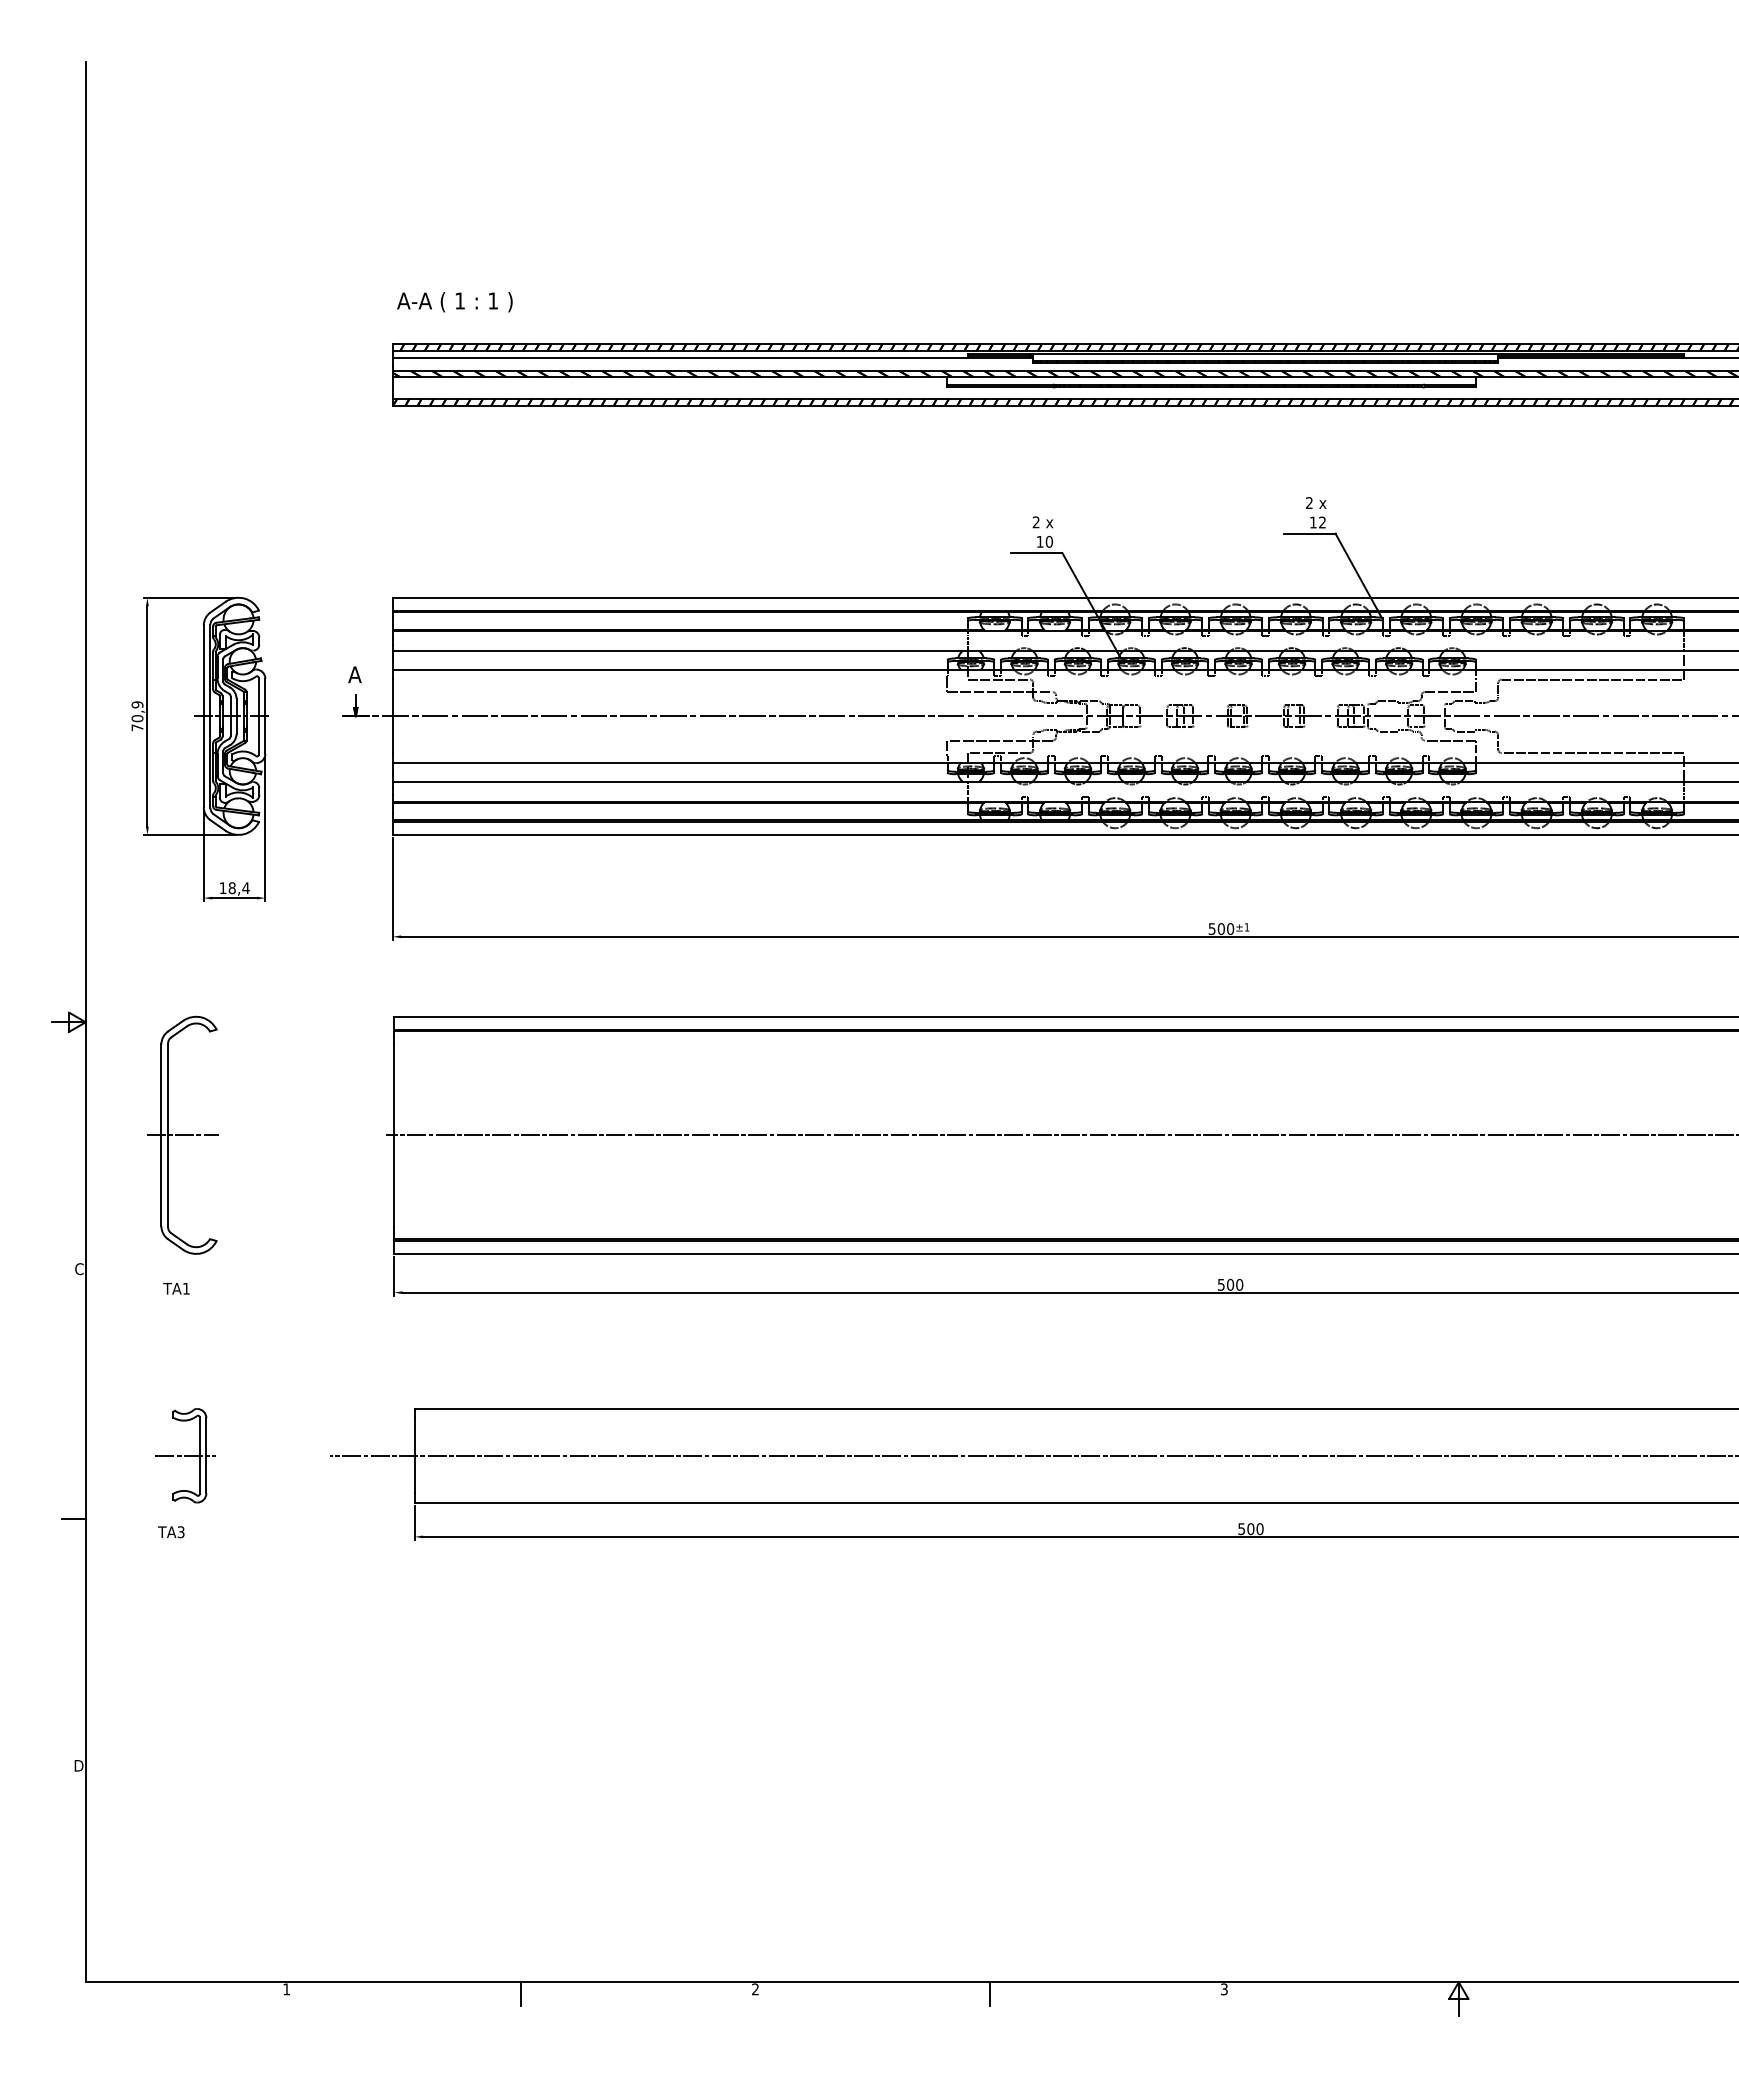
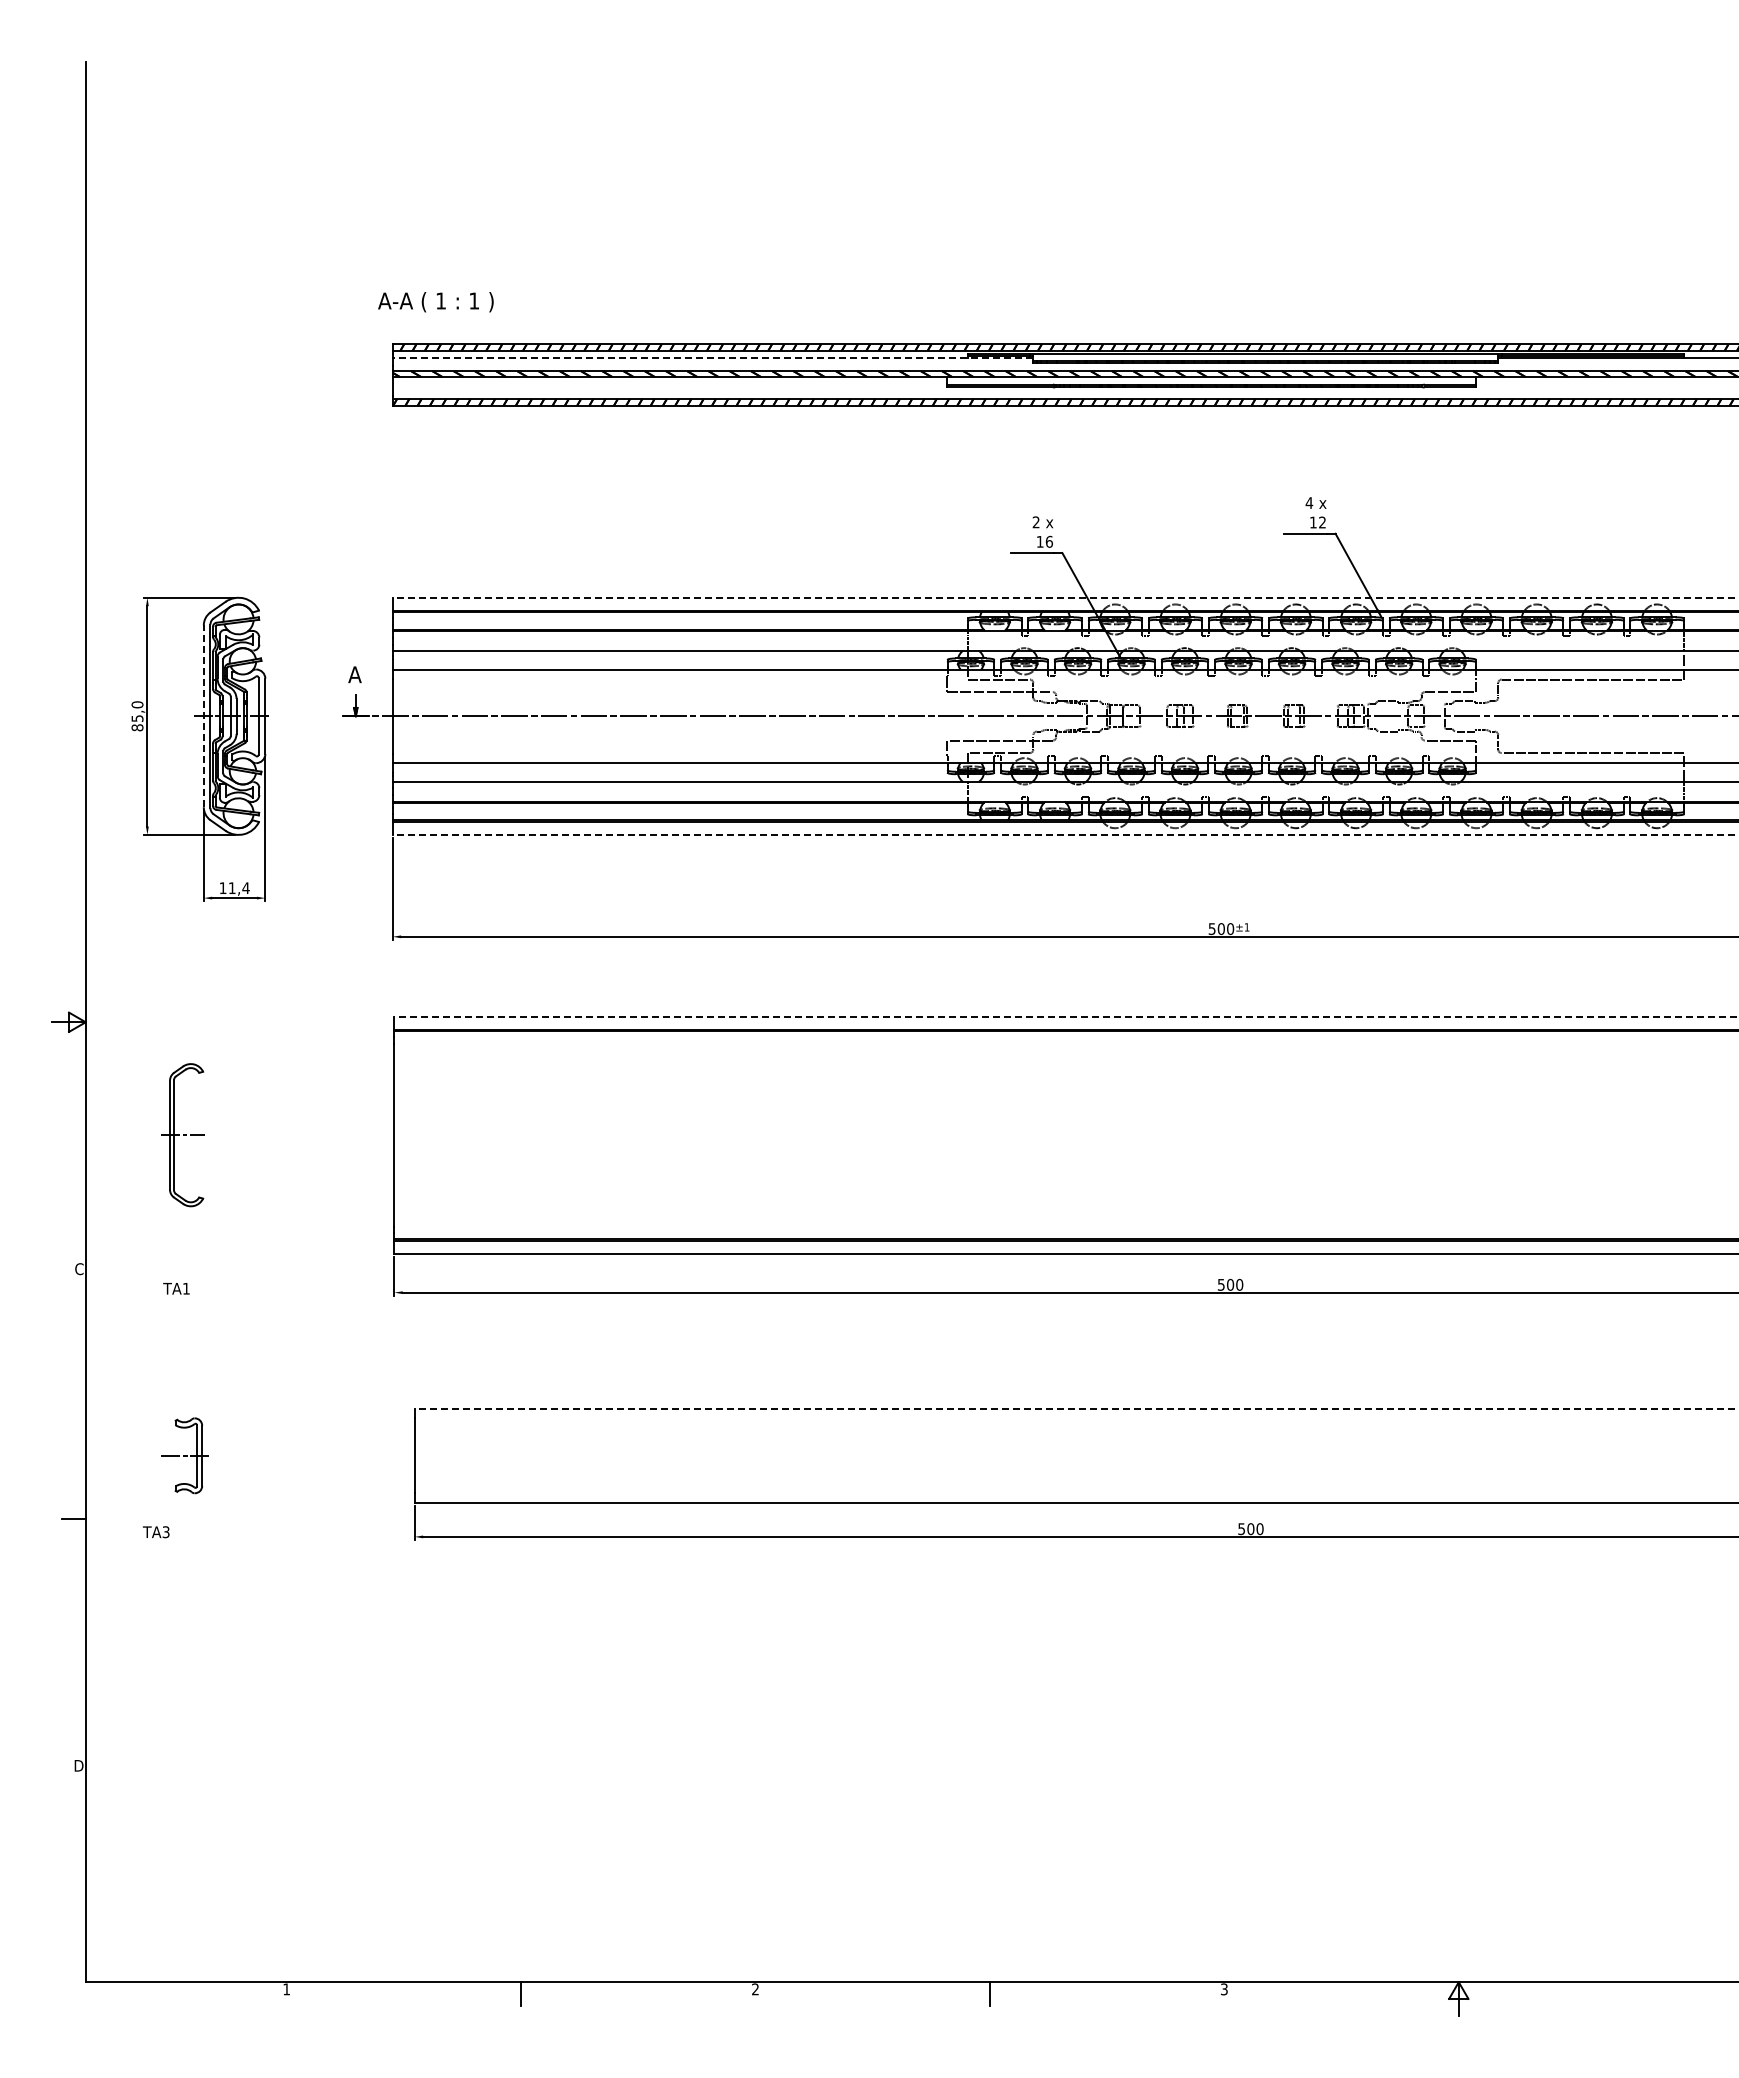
text at (454, 302) position: (454, 302) -> (435, 302)
line at (712, 358): solid -> dashed
text at (1309, 502): 2 -> 4
text at (1049, 541): 10 -> 16
line at (1065, 597): solid -> dashed
text at (137, 716): 70,9 -> 85,0
line at (203, 716): solid -> dashed
line at (1065, 834): solid -> dashed
text at (231, 888): 18,4 -> 11,4
line at (1066, 1016): solid -> dashed
part at (182, 1134) size: 72x240 px -> 44x145 px
line at (1060, 1135): present -> none
line at (1076, 1408): solid -> dashed
part at (185, 1455) size: 61x96 px -> 48x78 px
line at (1032, 1455): present -> none
text at (171, 1532) position: (171, 1532) -> (156, 1532)
